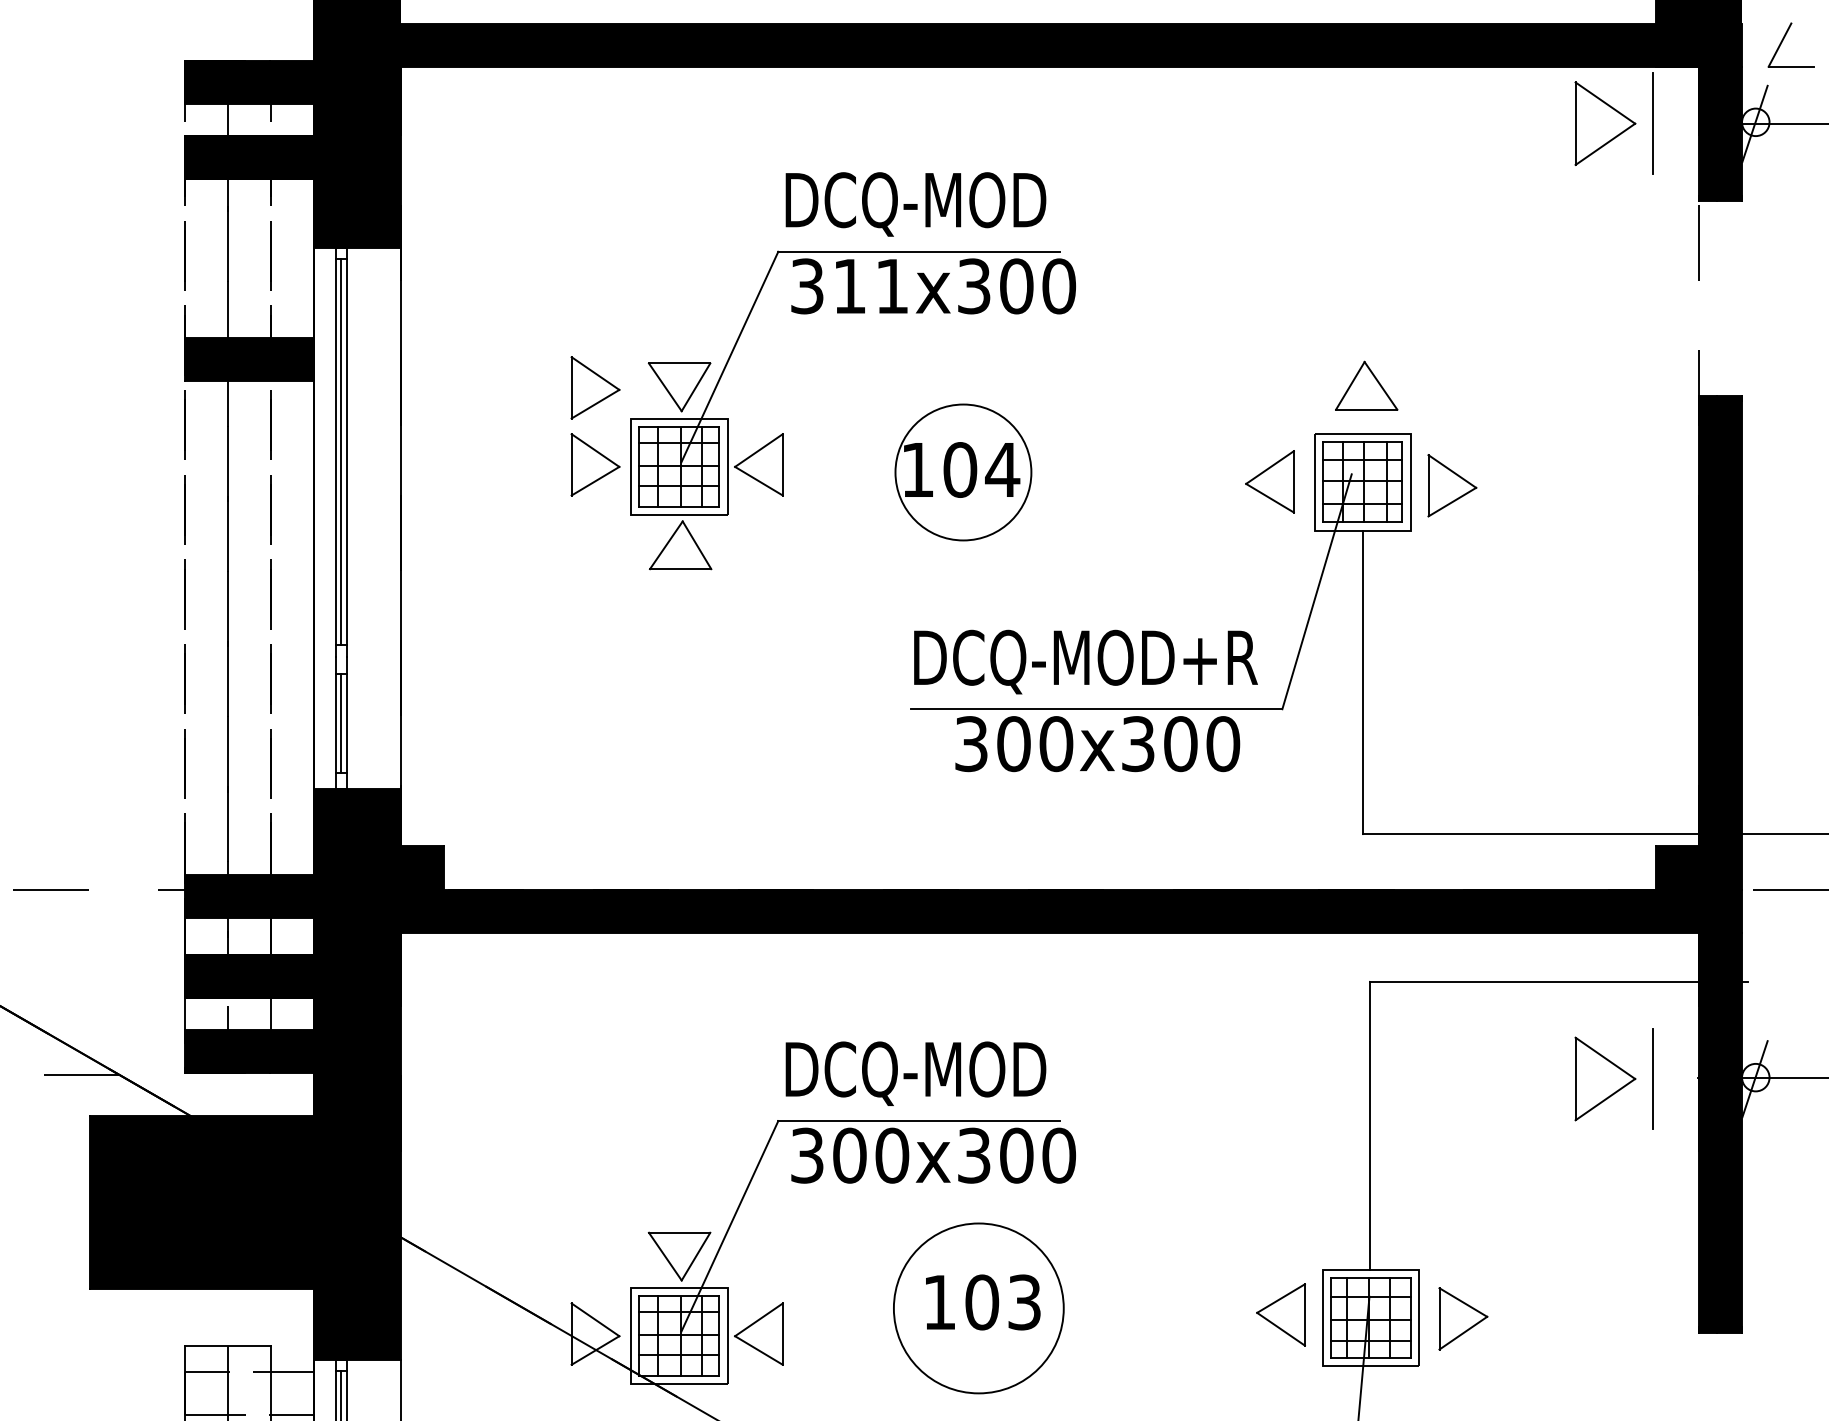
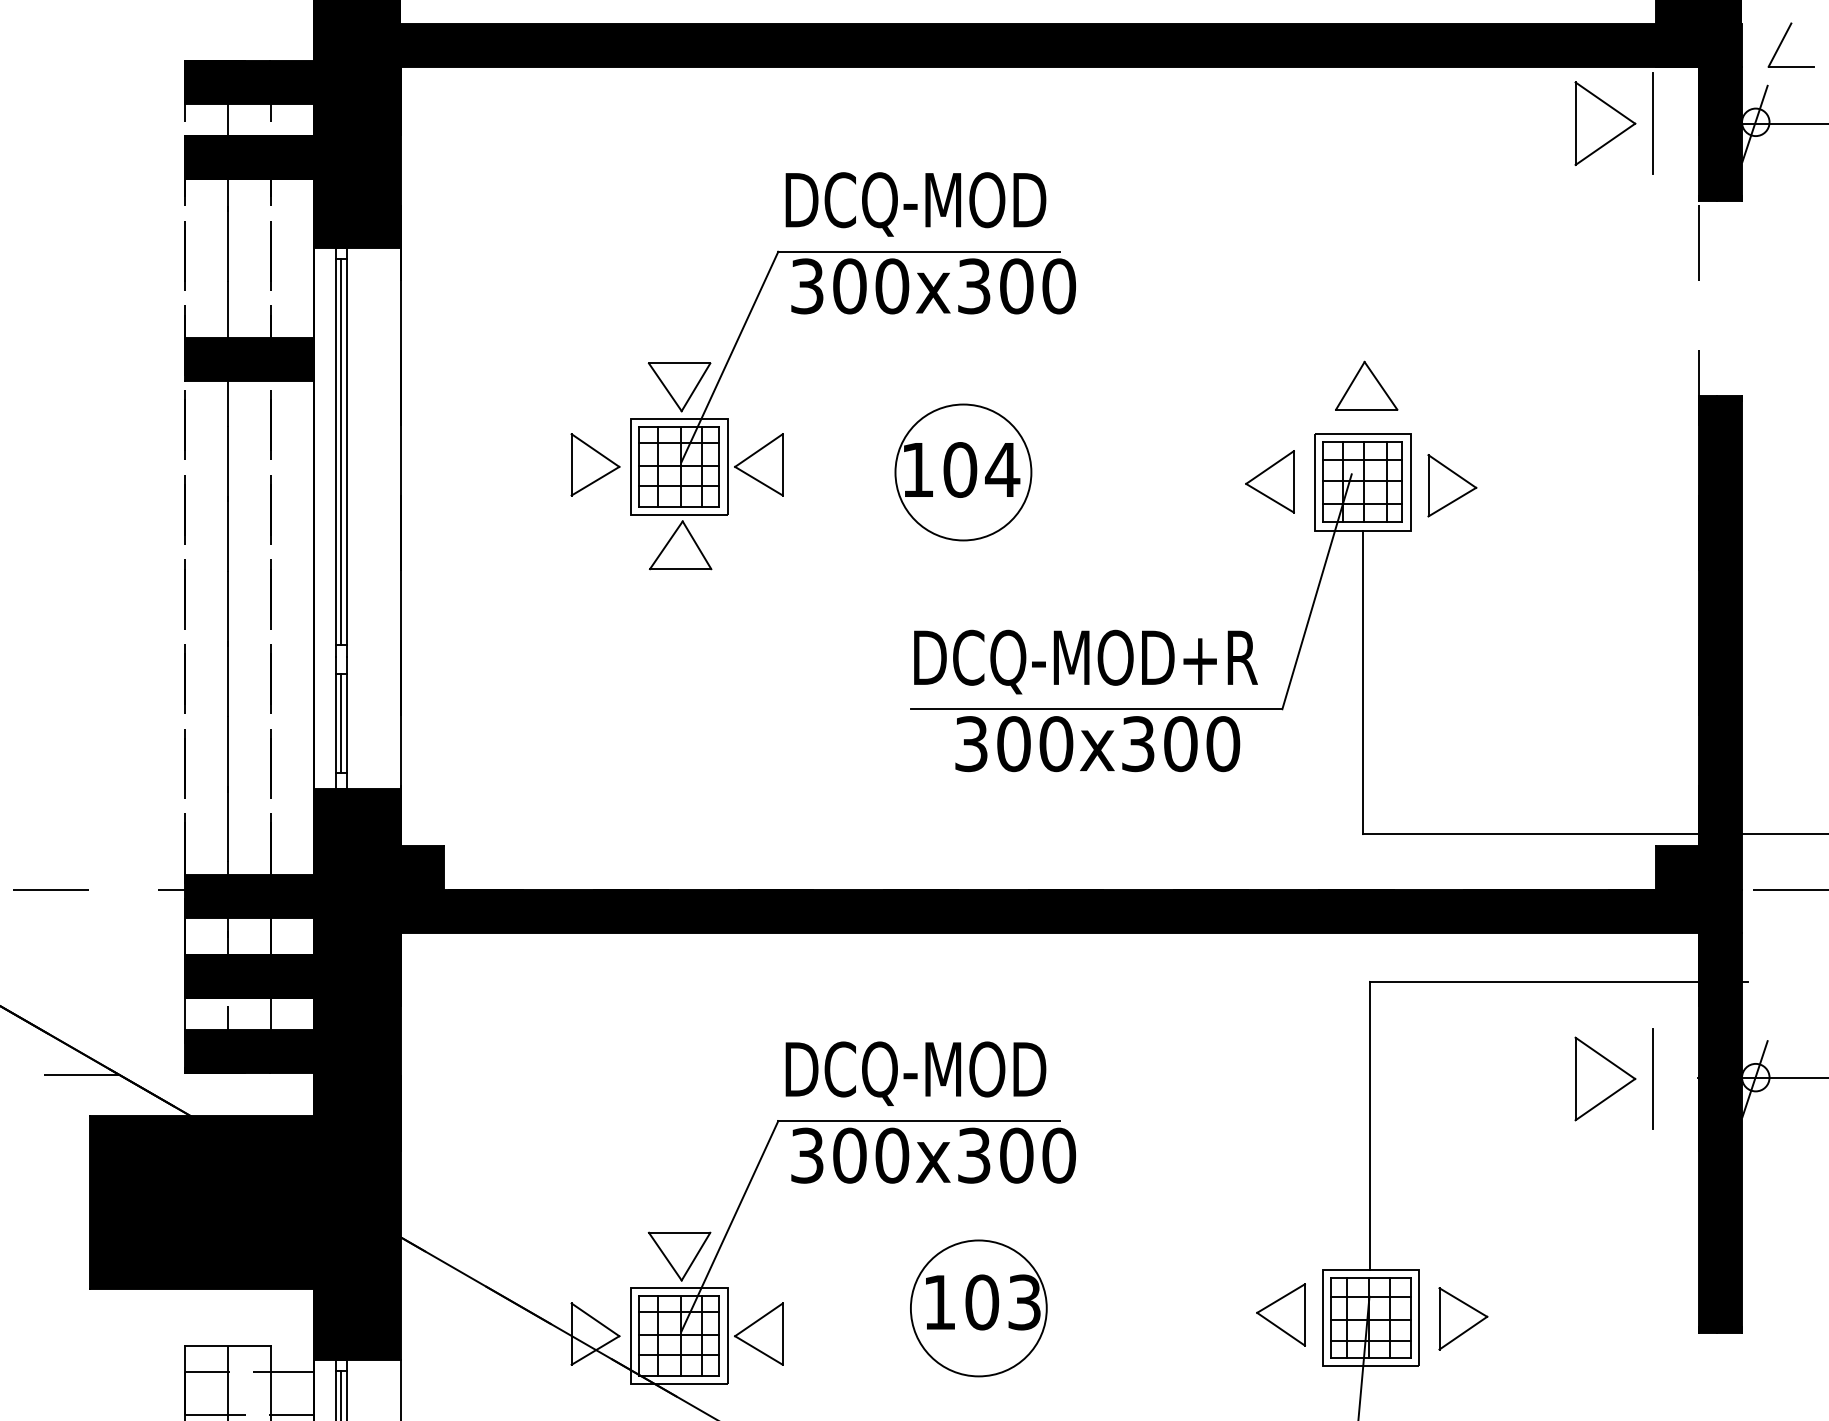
text at (871, 286): 311x300 -> 300x300
part at (595, 387): present -> none
circle at (978, 1308) diameter: 170 px -> 136 px
